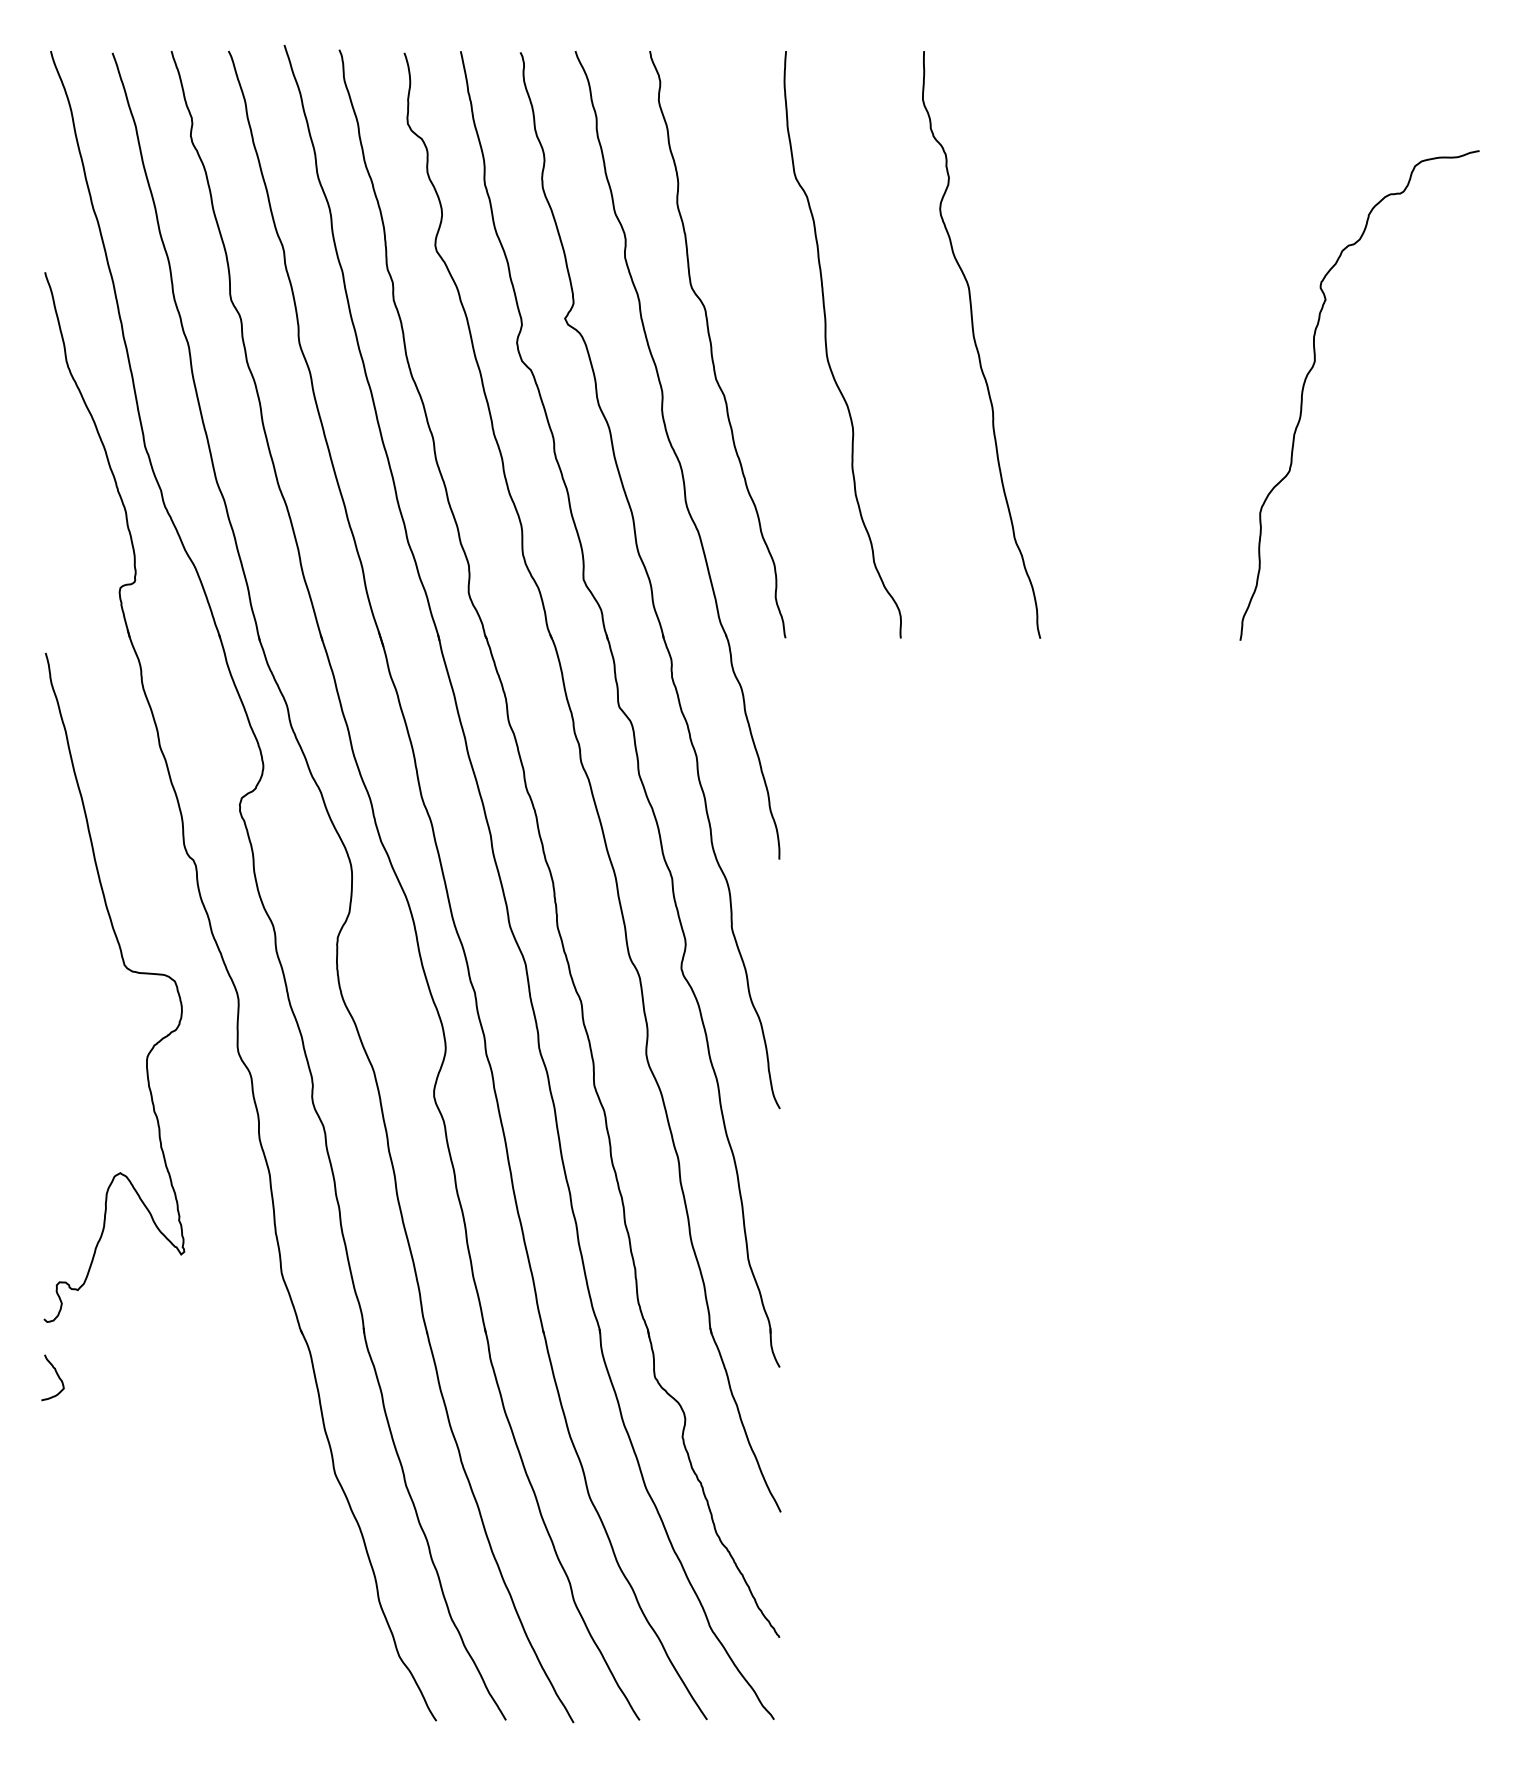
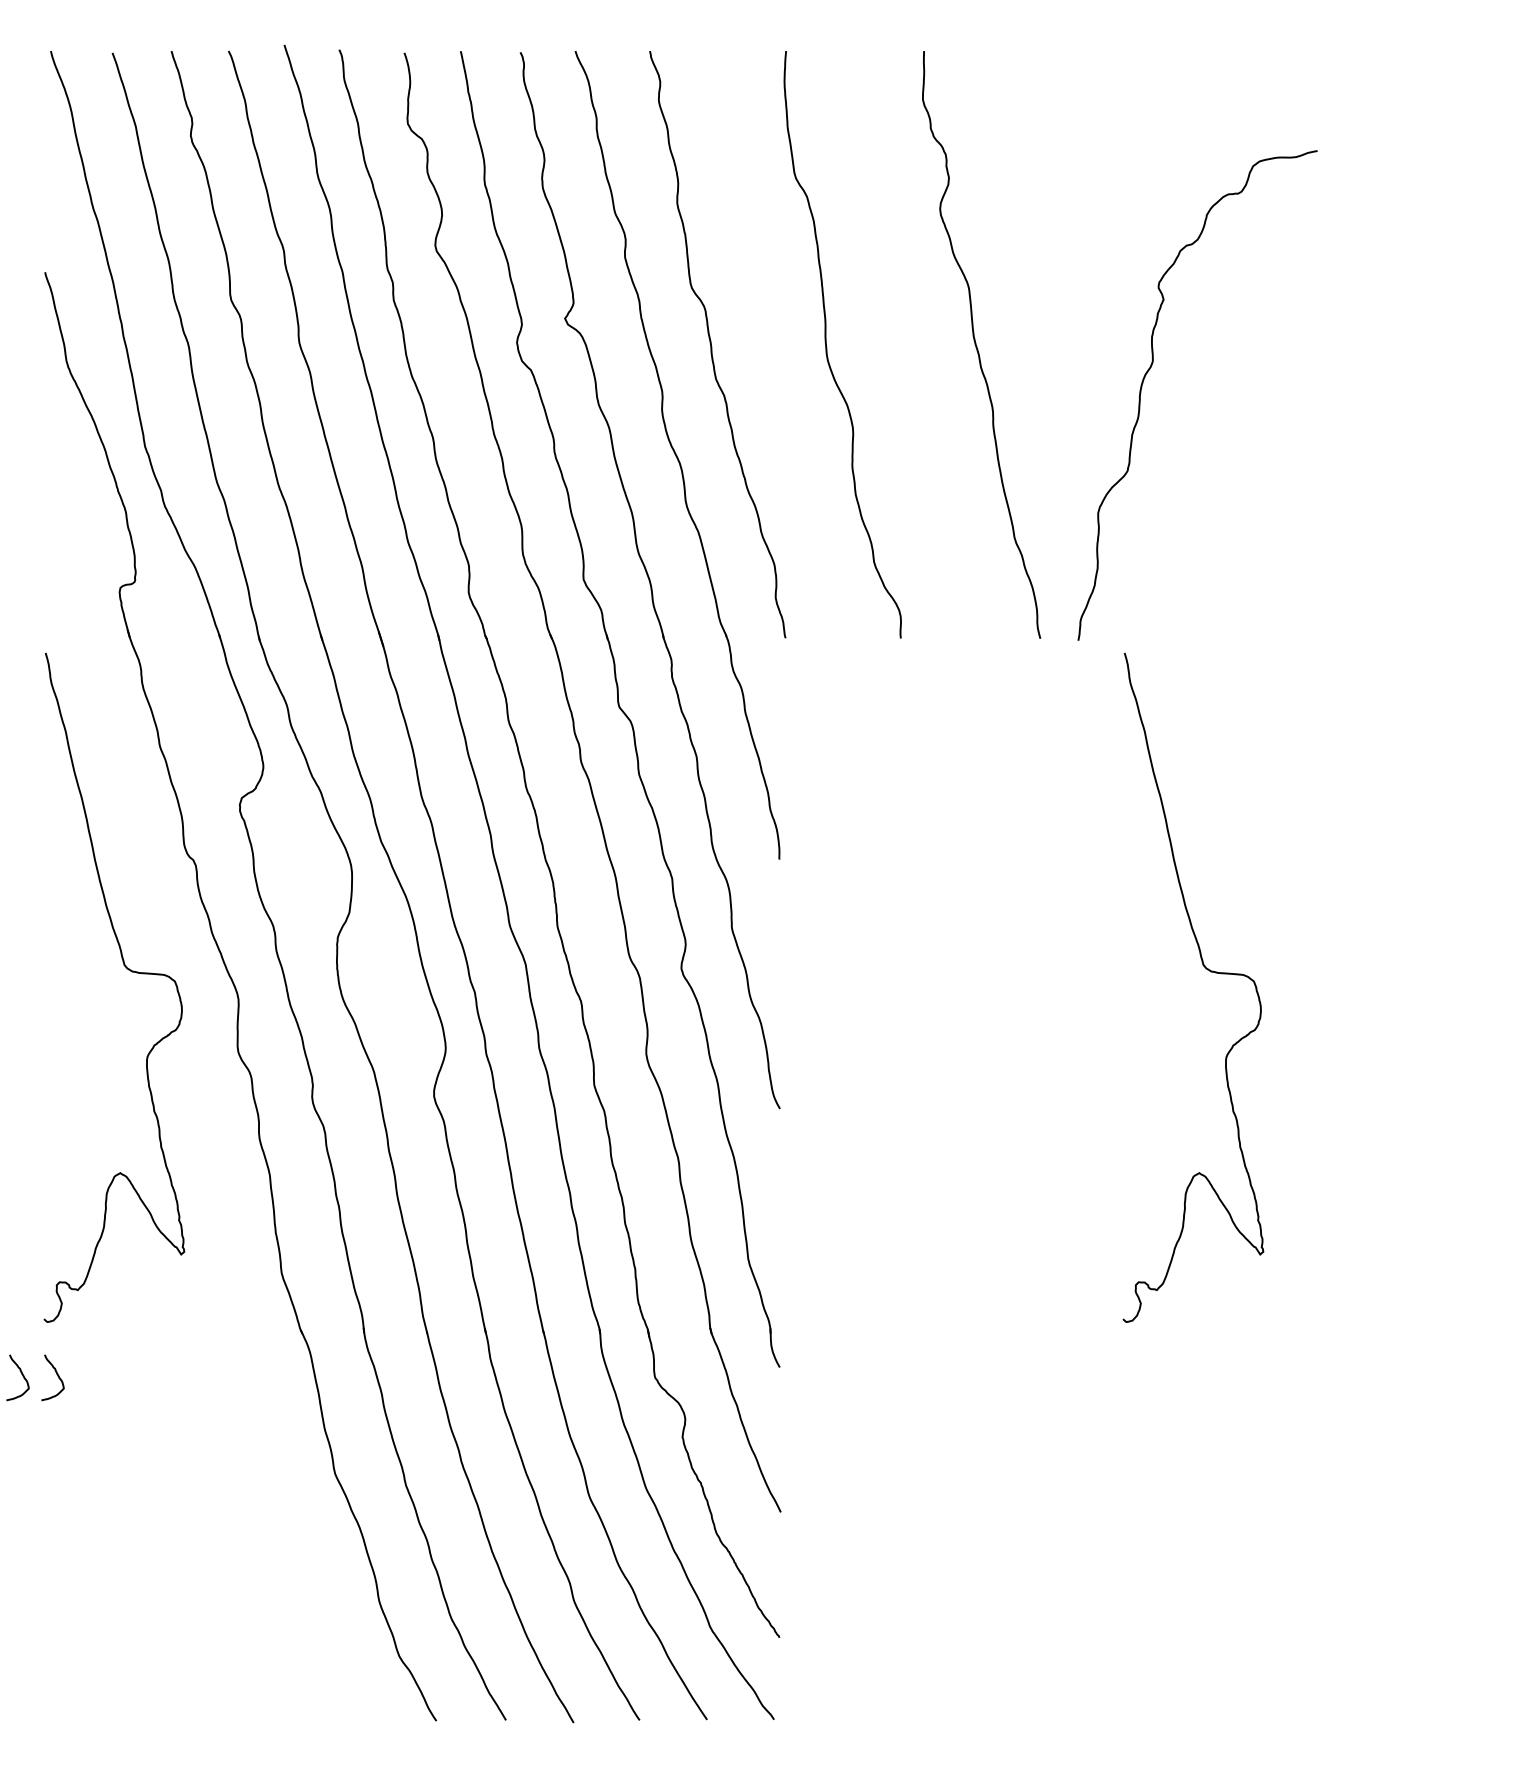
curve at (1312, 369) position: (1312, 369) -> (1150, 369)
curve at (1207, 970): none -> present
curve at (21, 1374): none -> present
